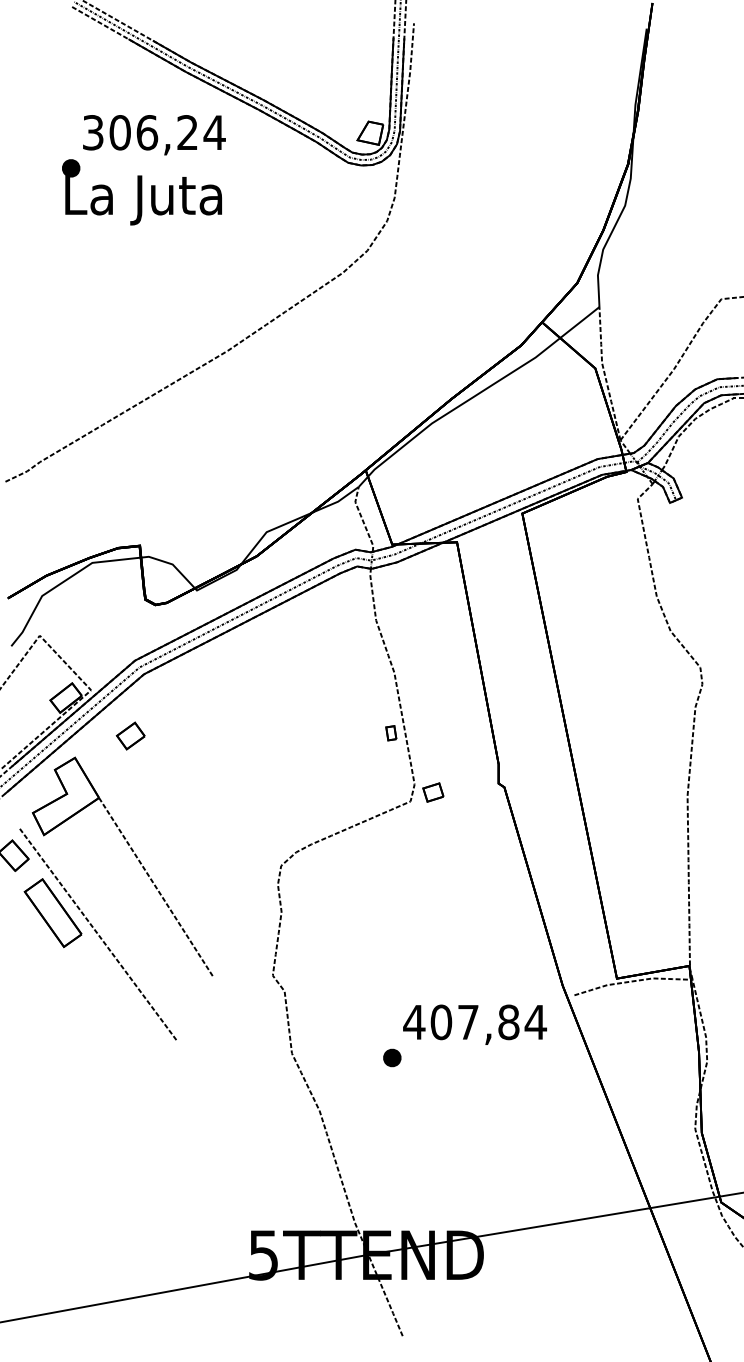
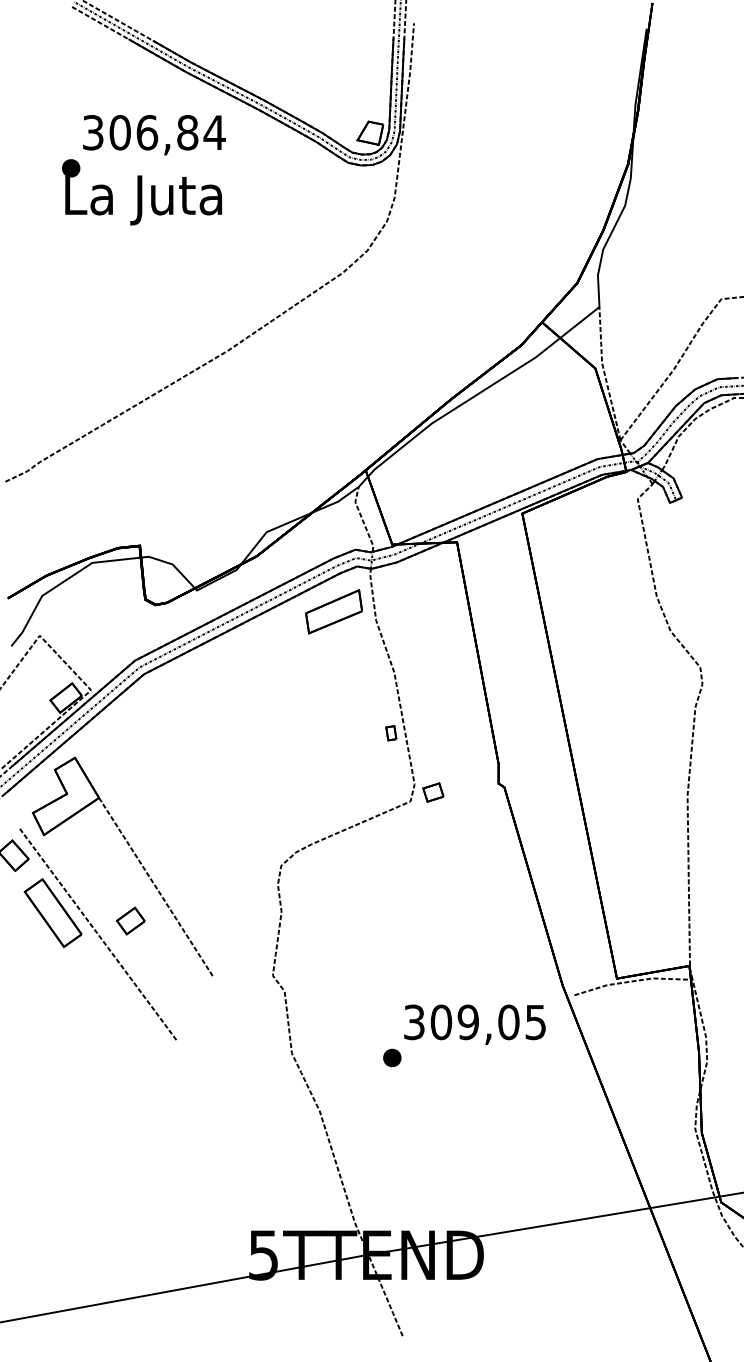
text at (187, 132): 306,24 -> 306,84
part at (333, 611): none -> present
part at (130, 735) position: (130, 735) -> (130, 920)
text at (475, 1022): 407,84 -> 309,05
